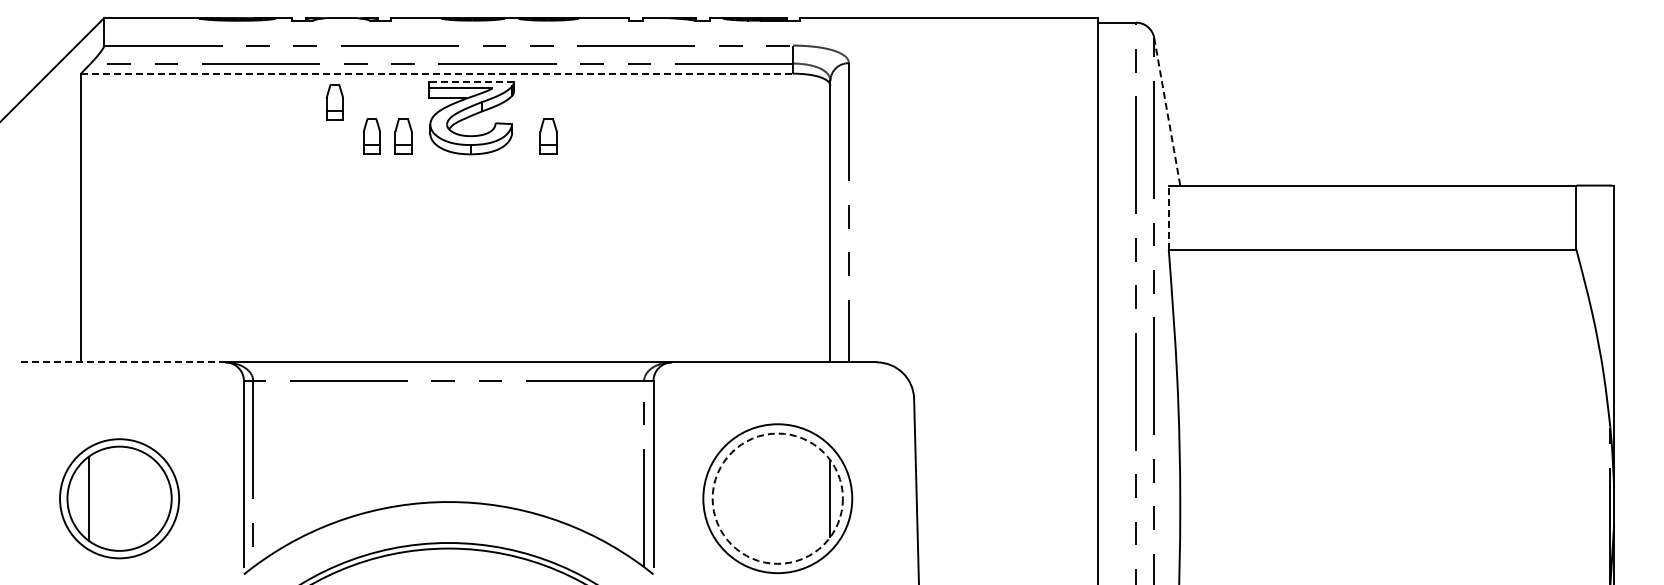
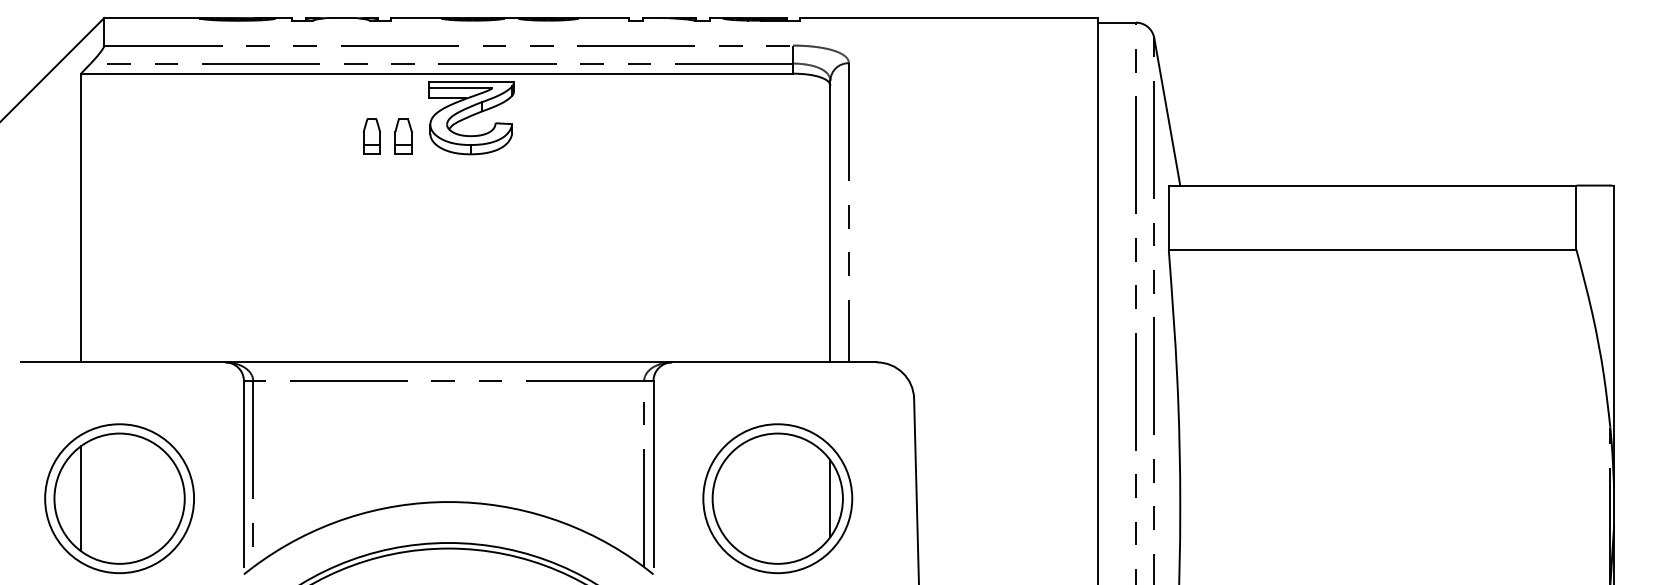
line at (437, 73): dashed -> solid
line at (471, 81): dashed -> solid
part at (334, 102): present -> none
line at (1167, 111): dashed -> solid
part at (548, 136): present -> none
line at (1168, 217): dashed -> solid
line at (123, 362): dashed -> solid
part at (119, 498) size: 122x122 px -> 151x152 px
circle at (777, 498): dashed -> solid
